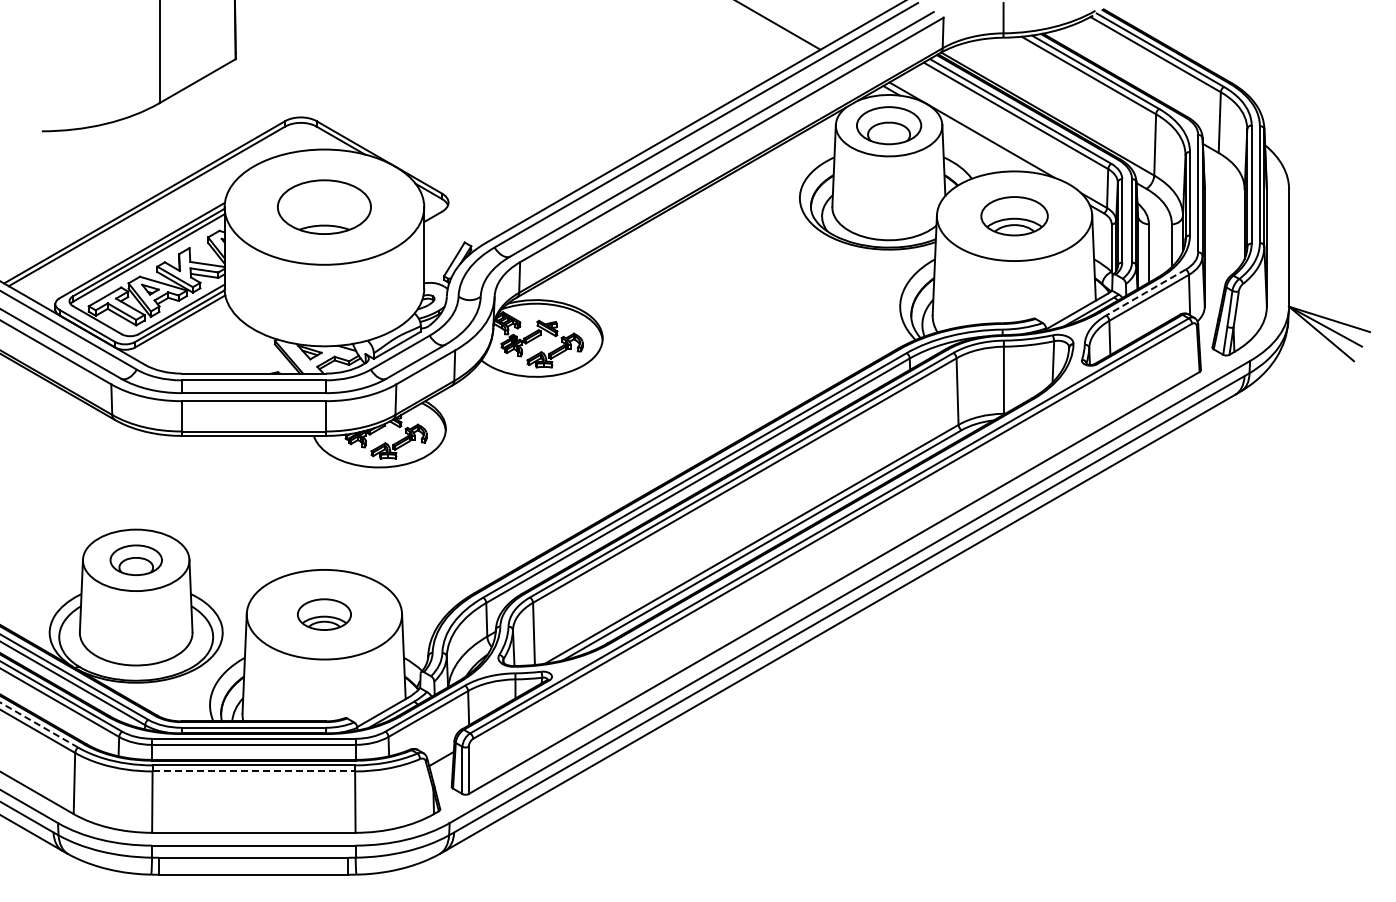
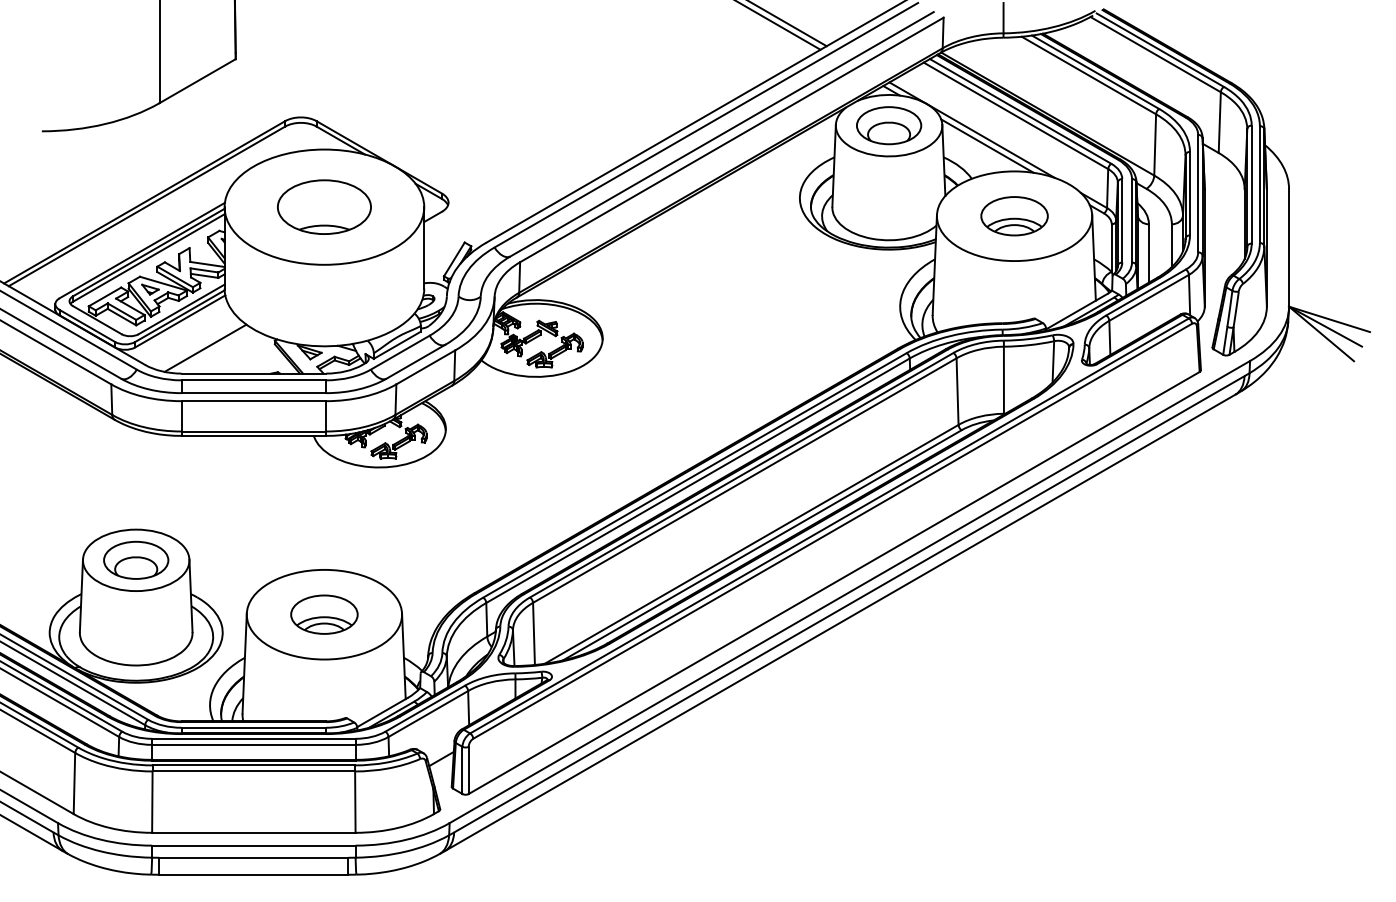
line at (788, 24): none -> present
line at (987, 145): none -> present
line at (1146, 292): dashed -> solid
line at (205, 347): none -> present
part at (135, 559) size: 54x32 px -> 67x40 px
part at (324, 614) size: 55x33 px -> 69x41 px
line at (39, 725): dashed -> solid
line at (254, 771): dashed -> solid
